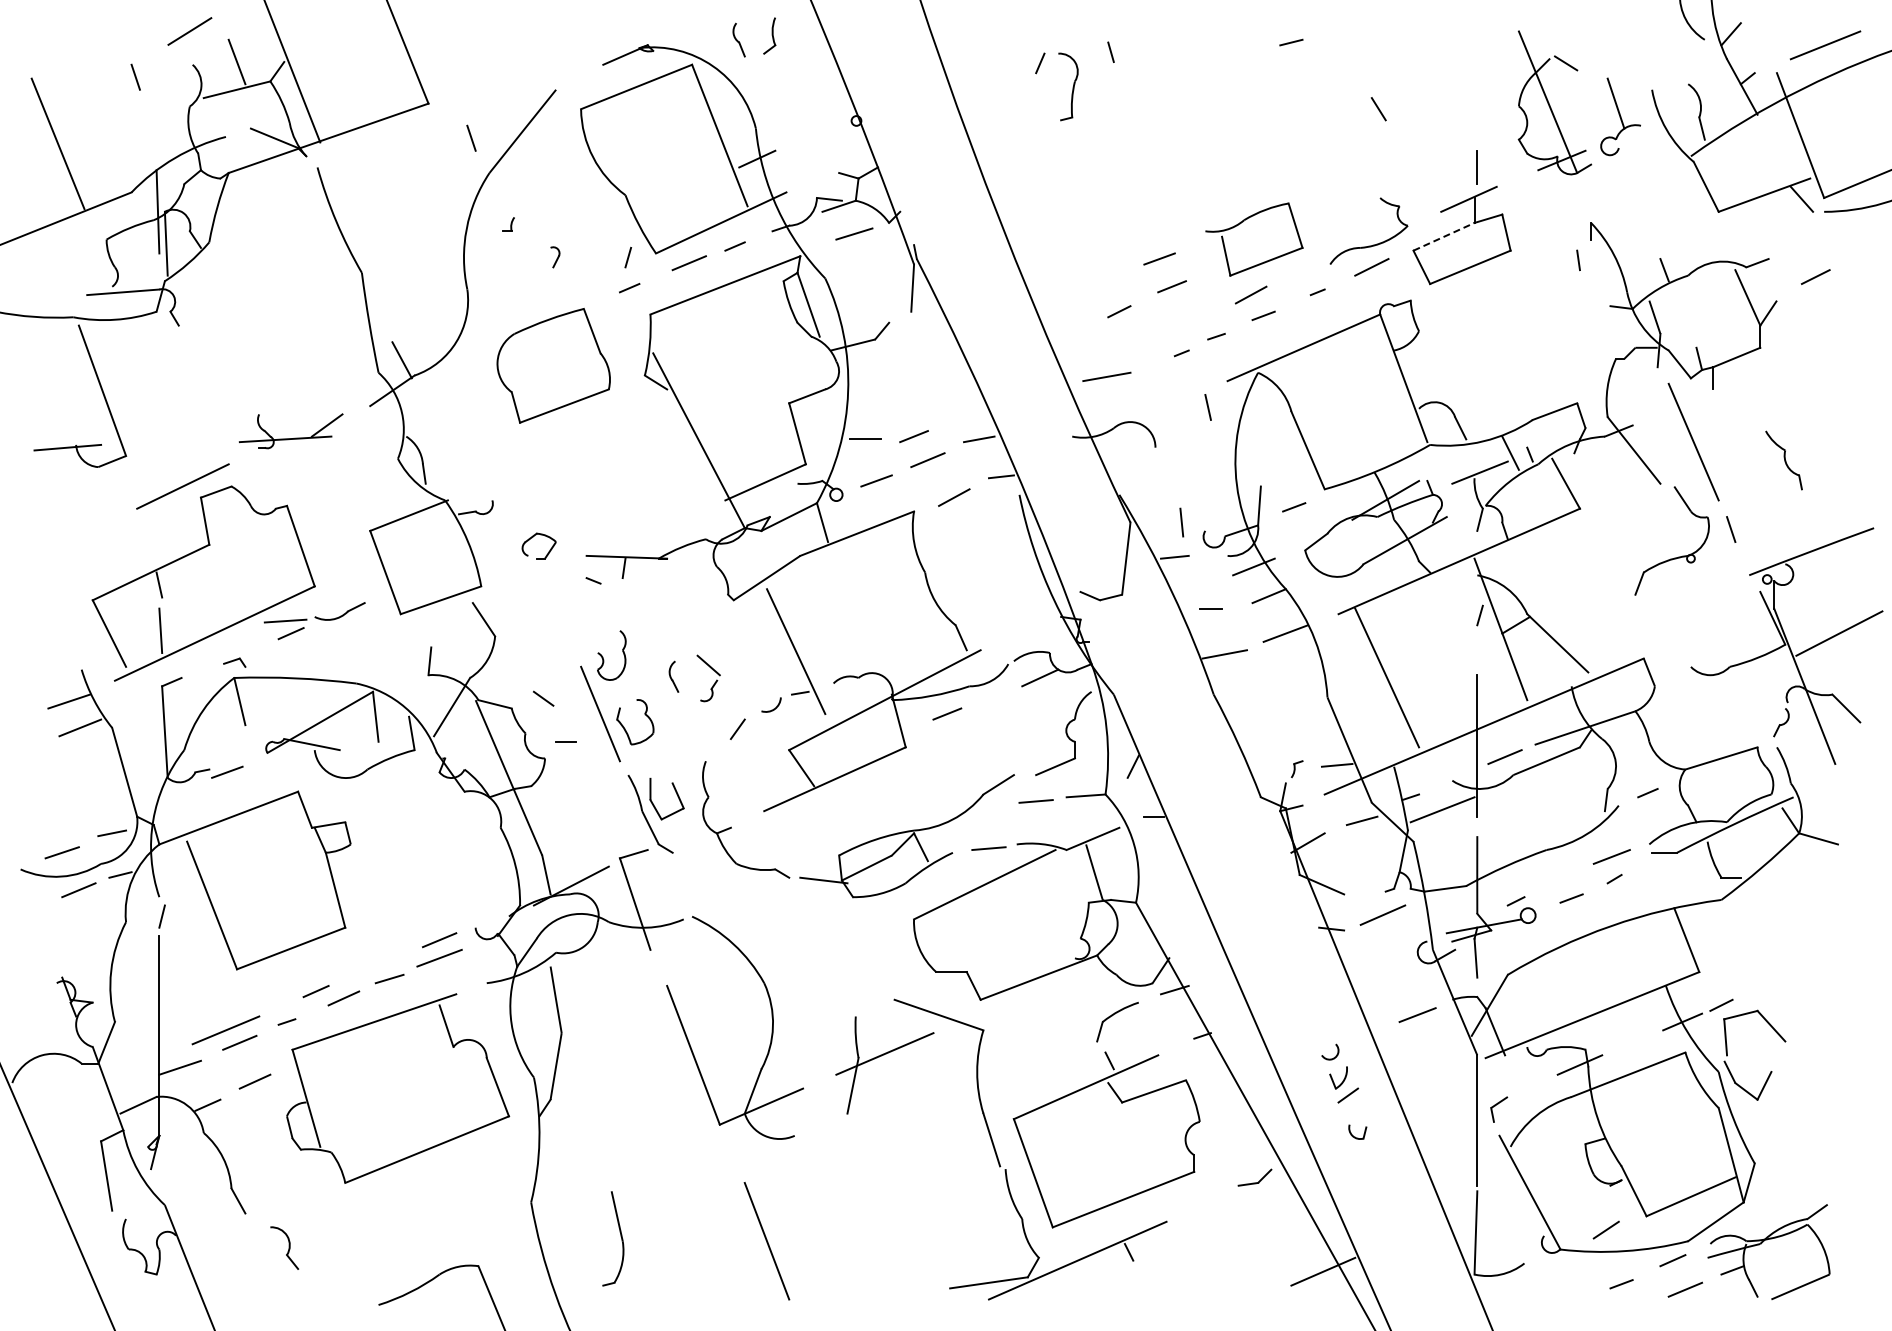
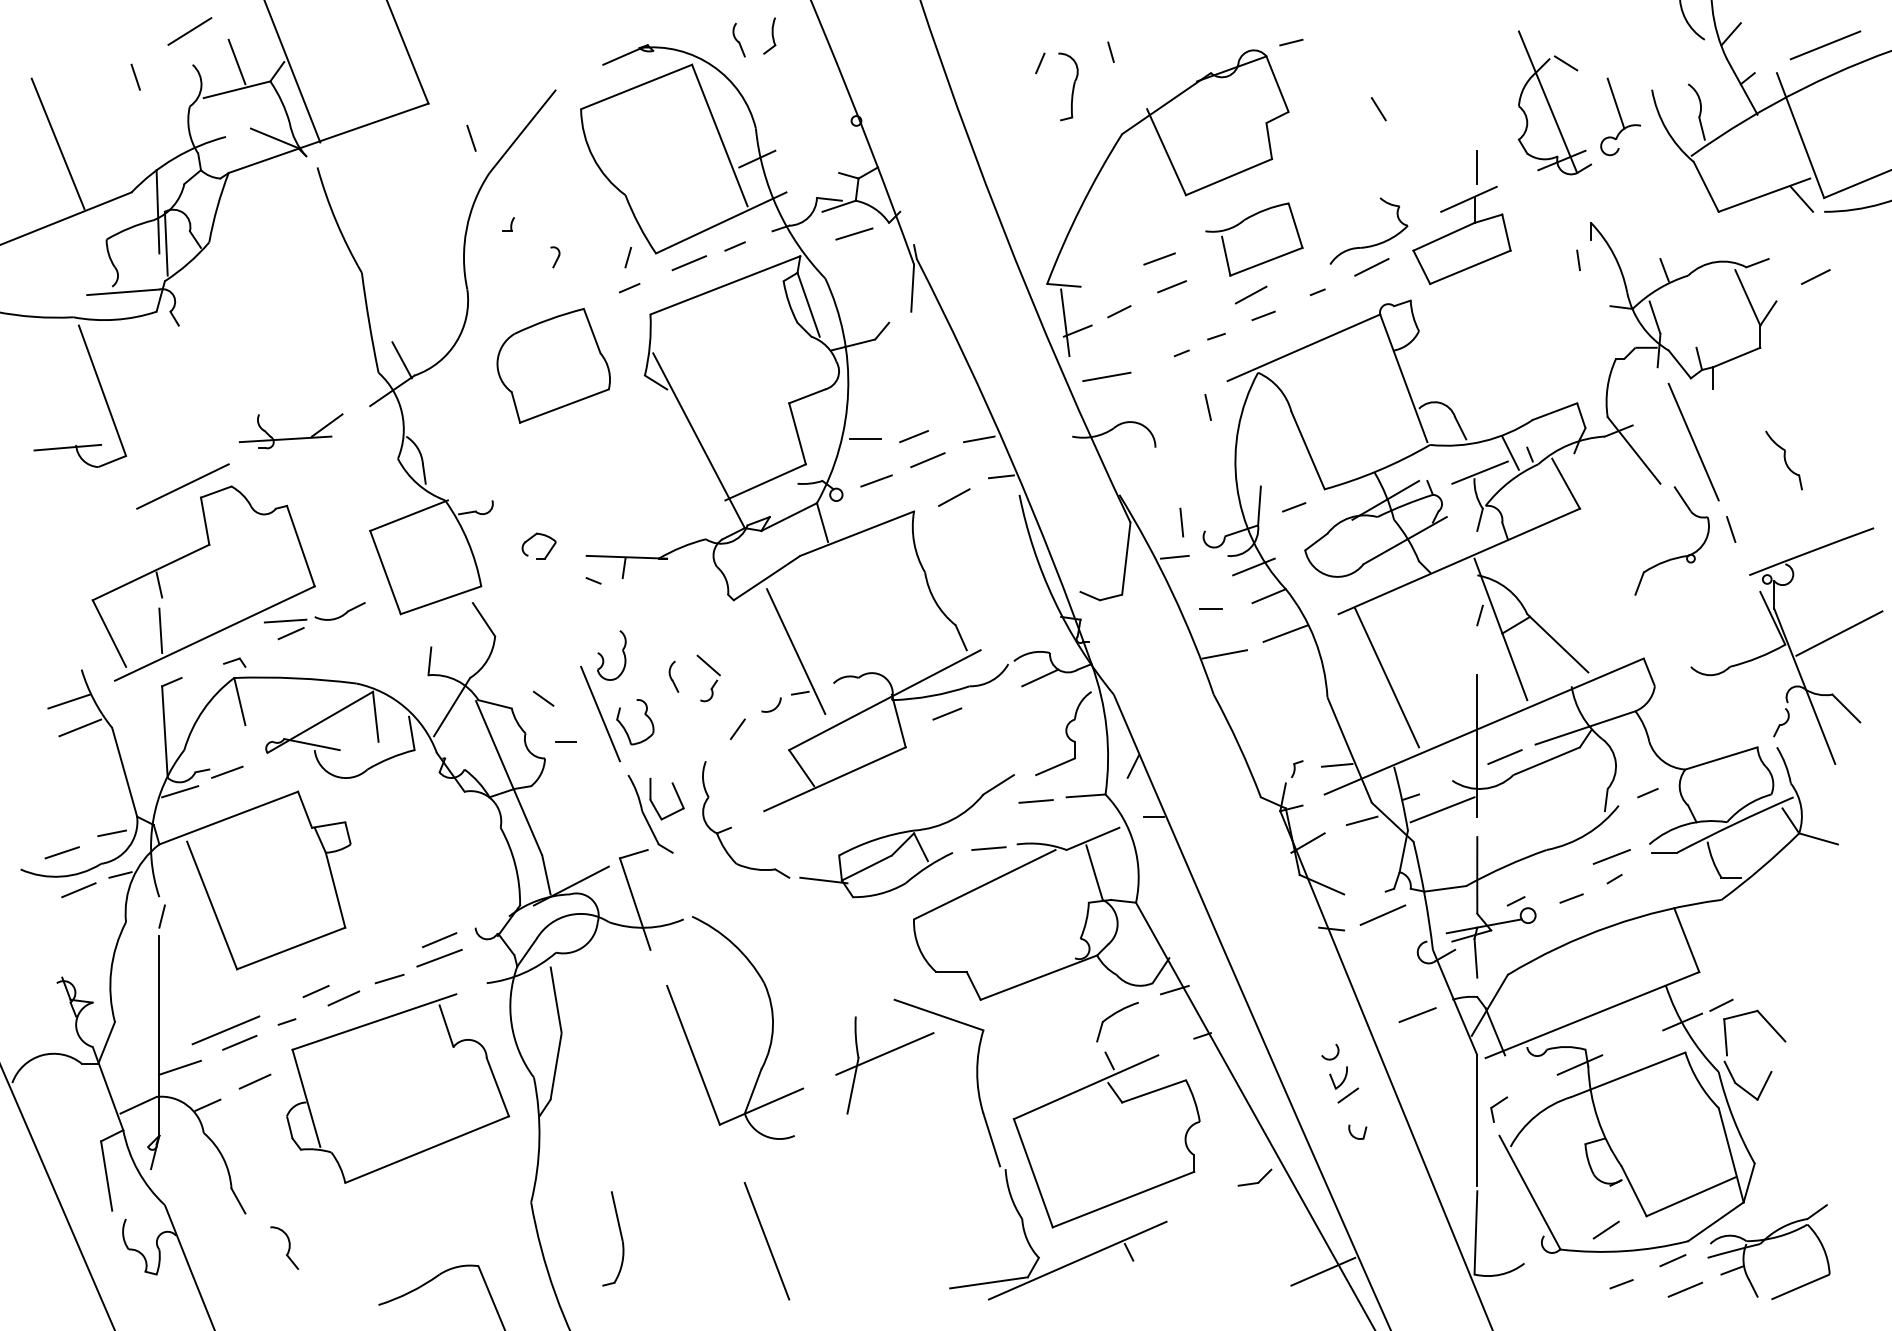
part at (1184, 194): none -> present
line at (1444, 236): dashed -> solid
line at (180, 791): none -> present
